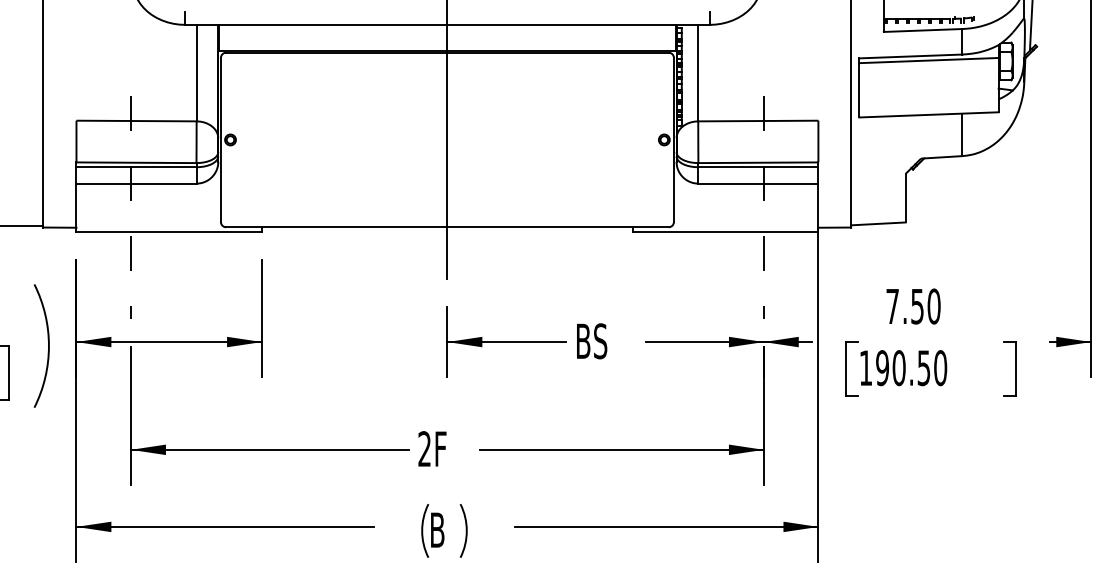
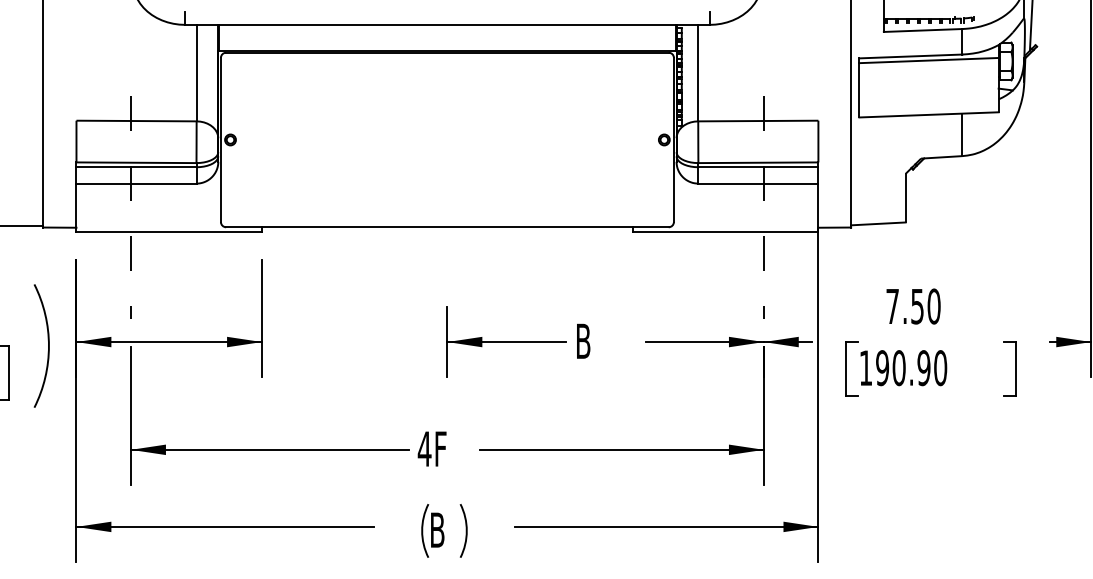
line at (447, 140): present -> none
text at (600, 341): BS -> B
text at (923, 367): 190.50 -> 190.90
text at (424, 448): 2F -> 4F
